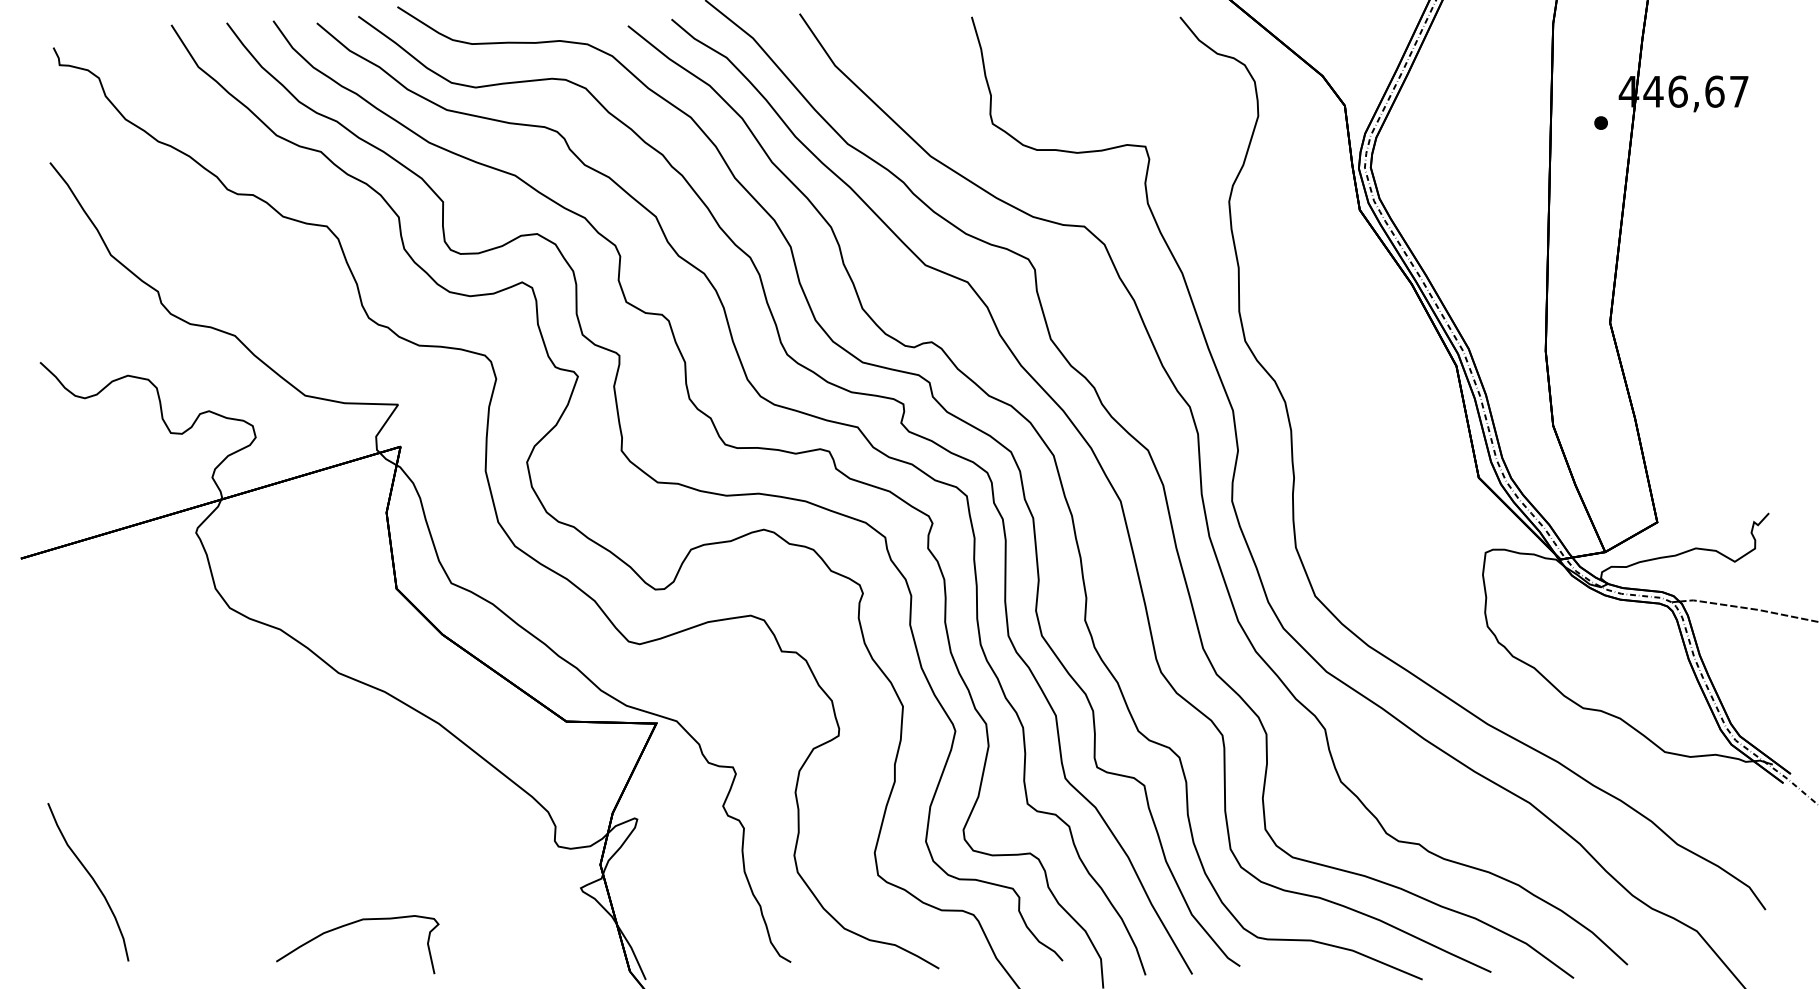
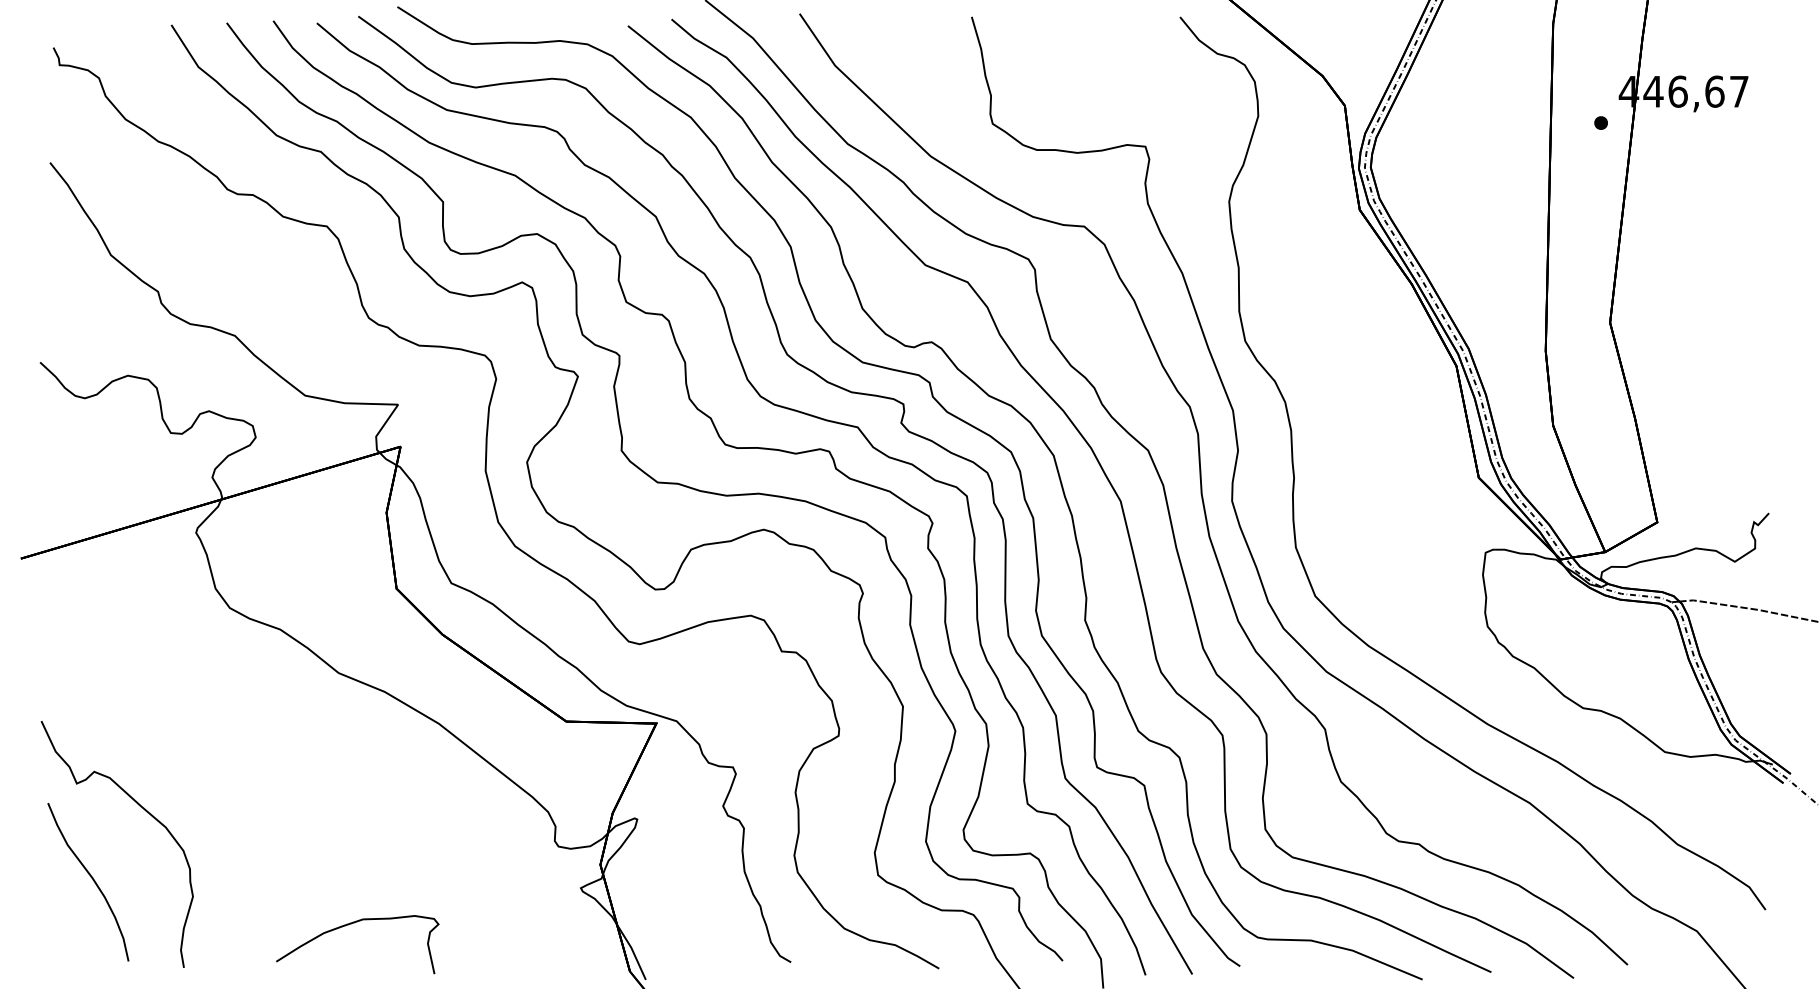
curve at (146, 812): none -> present
